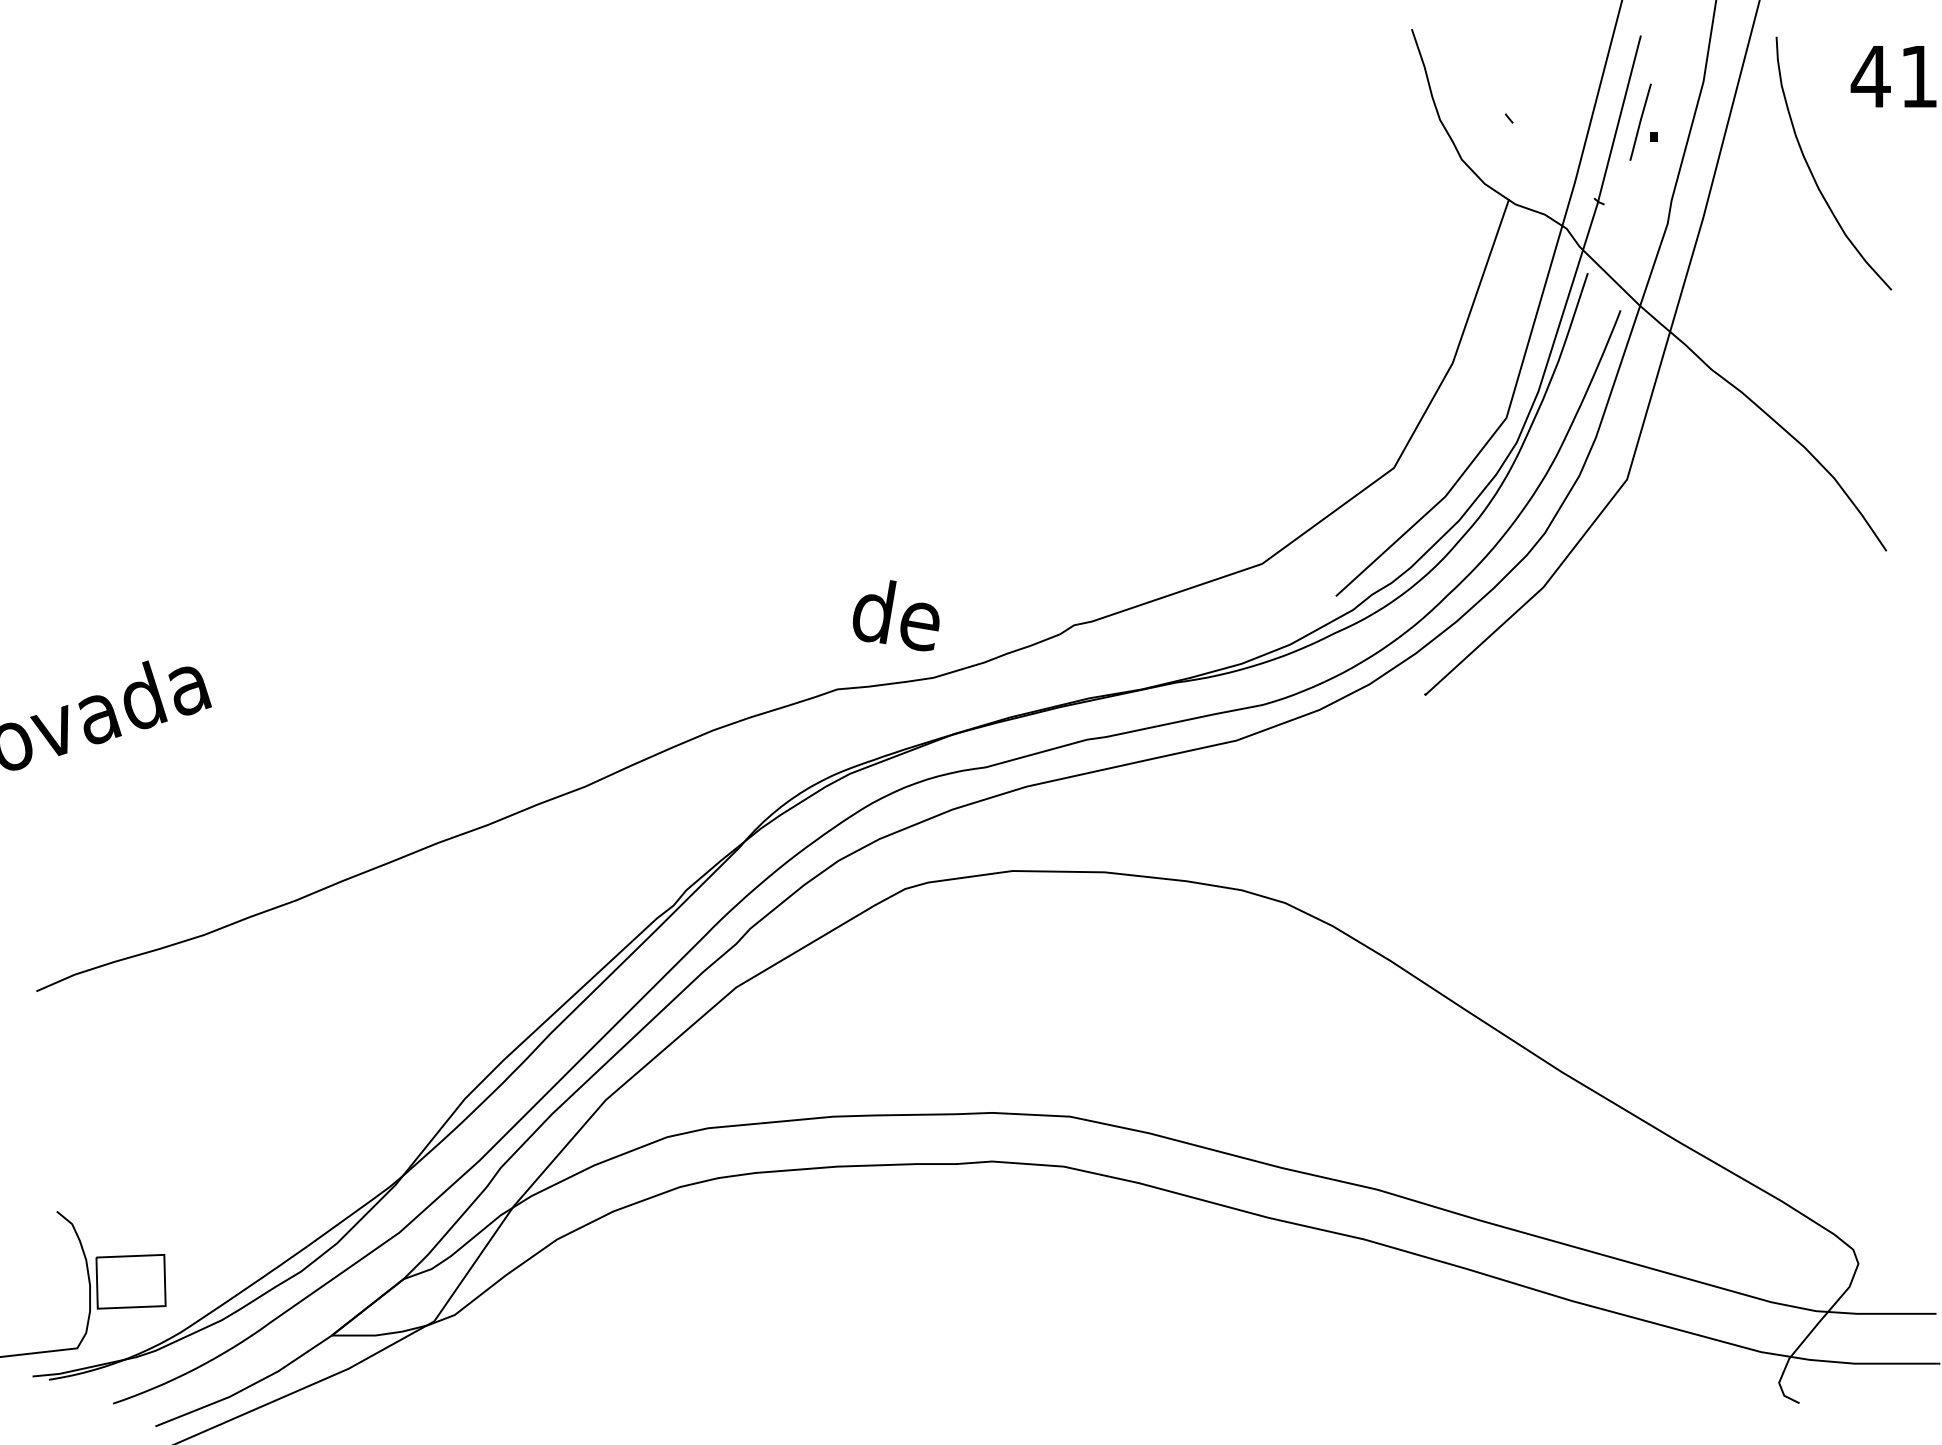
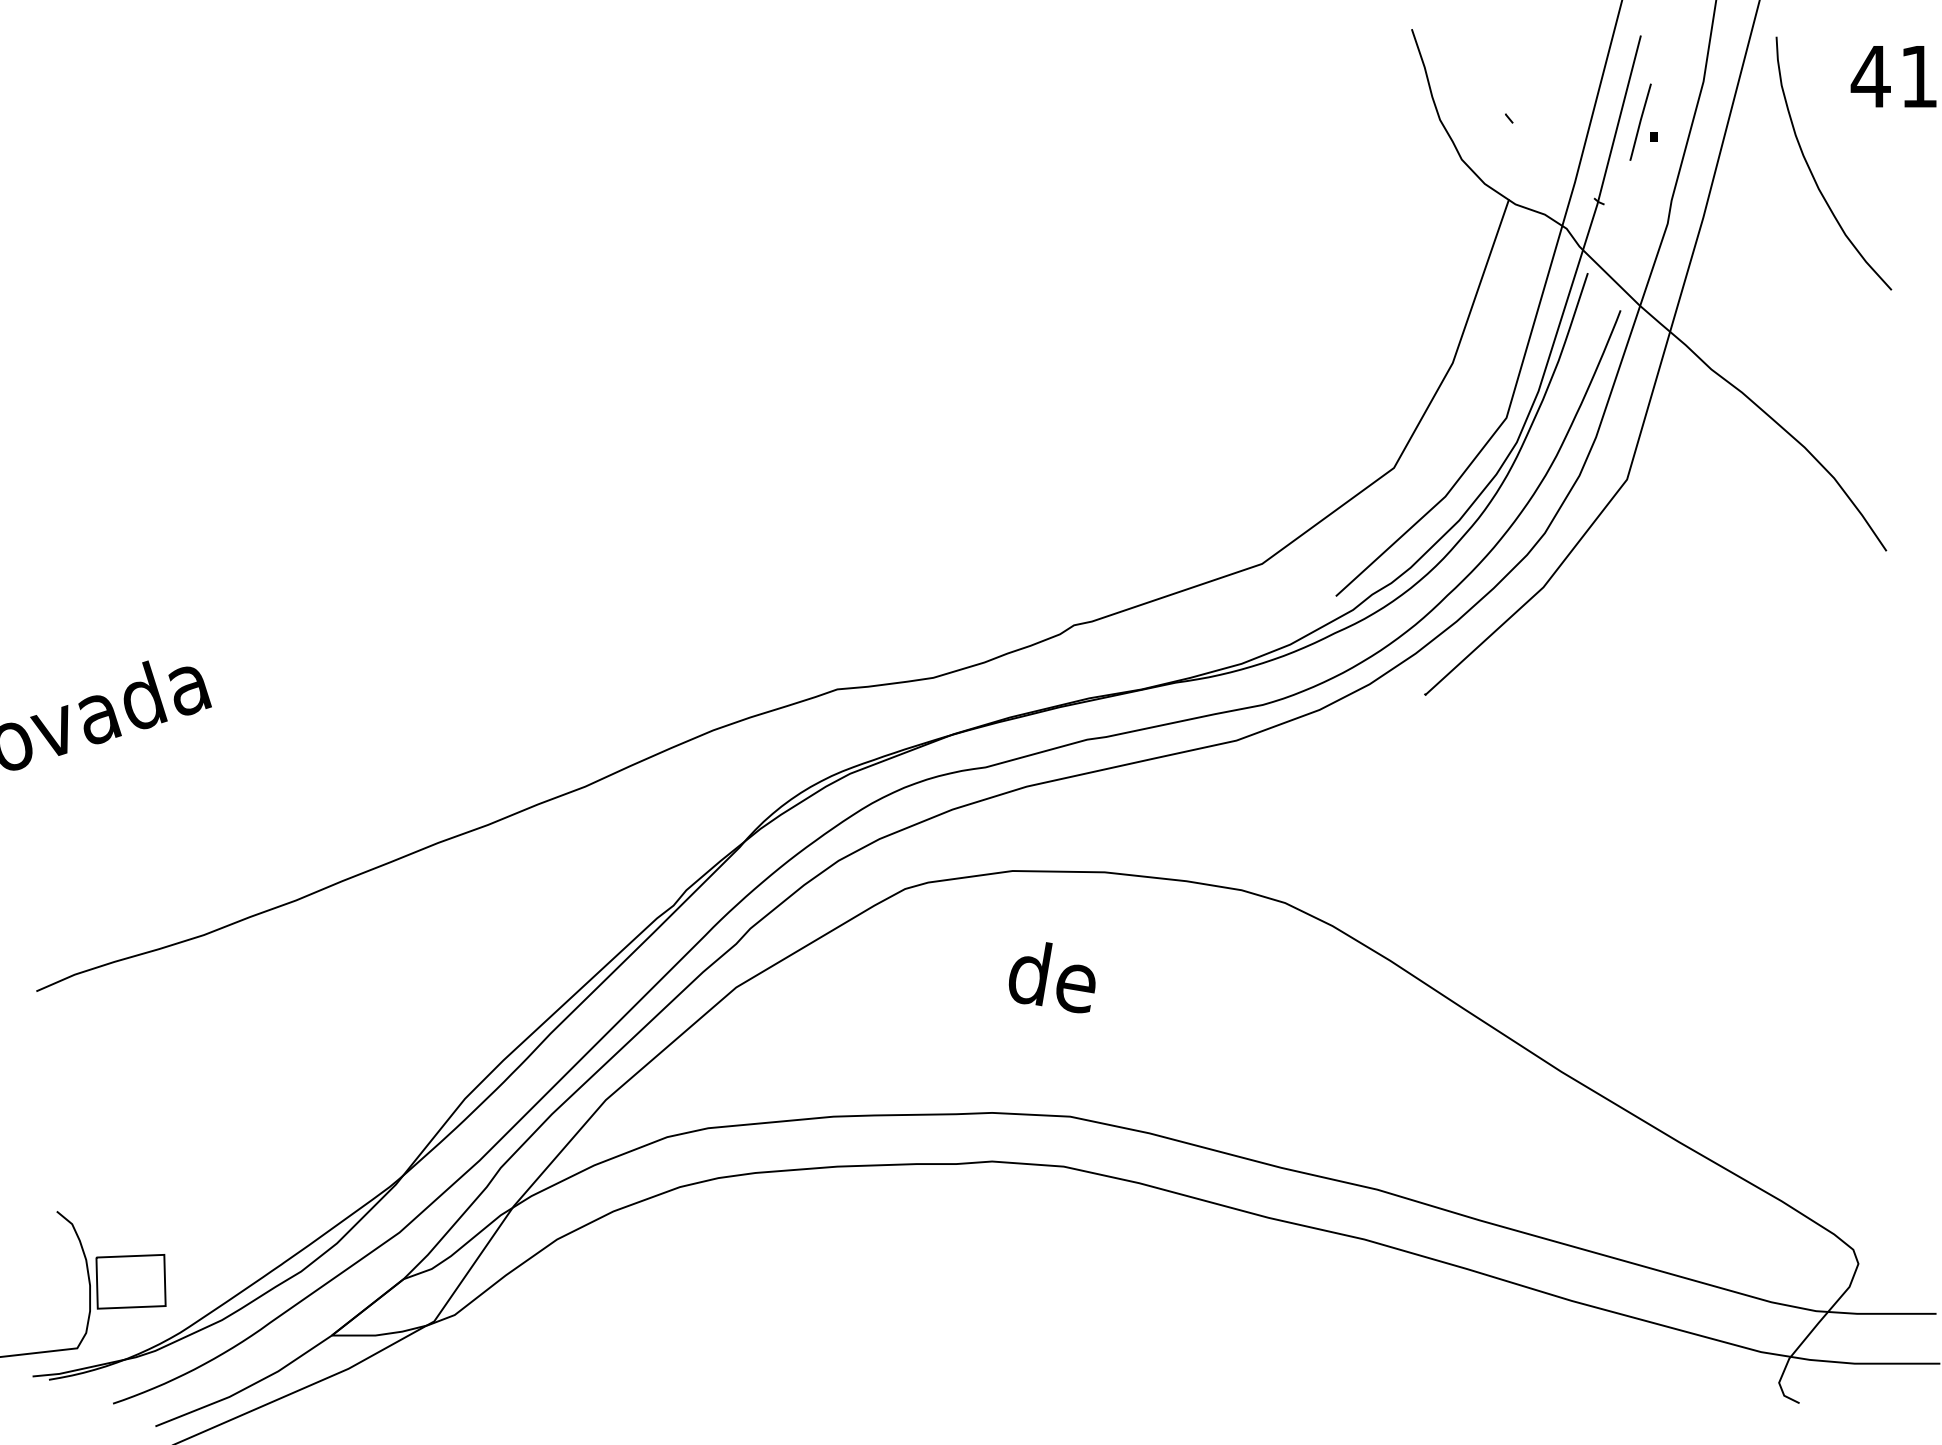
text at (895, 615) position: (895, 615) -> (1051, 977)
